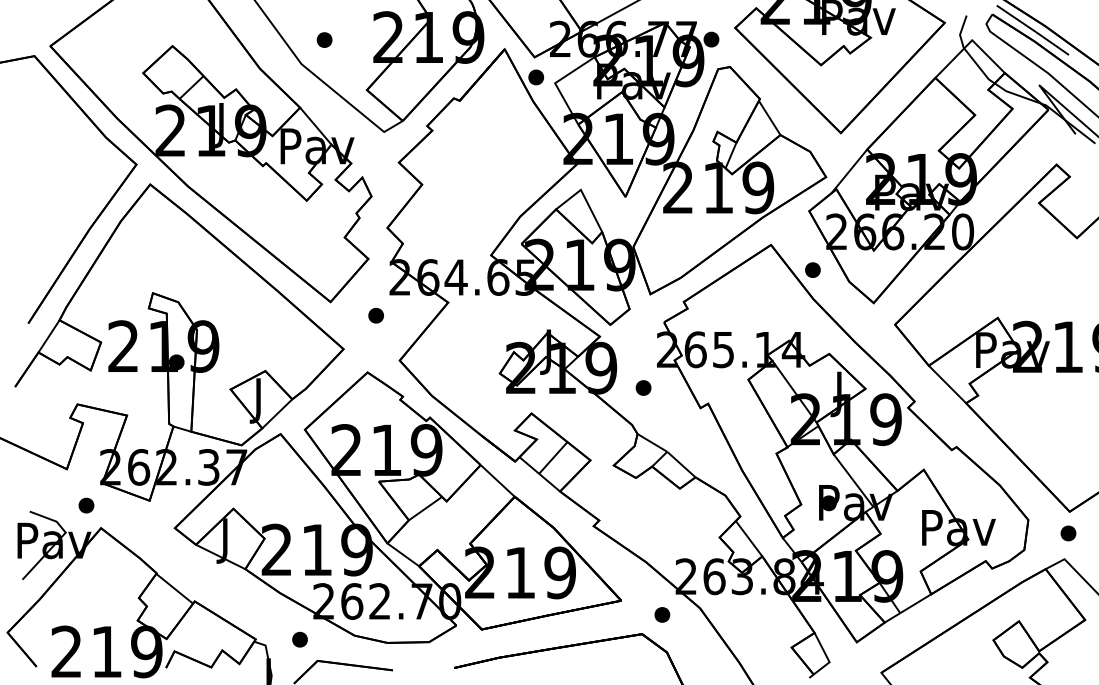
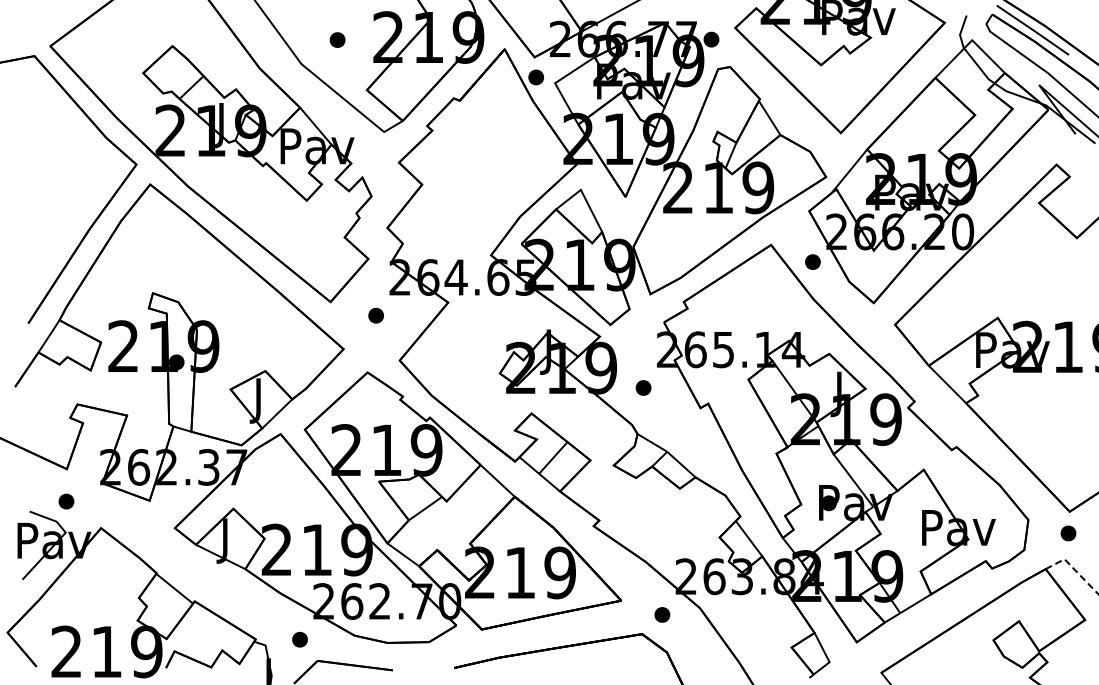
part at (324, 39) position: (324, 39) -> (337, 39)
part at (812, 269) position: (812, 269) -> (812, 261)
part at (86, 505) position: (86, 505) -> (66, 501)
line at (1073, 568): solid -> dashed
